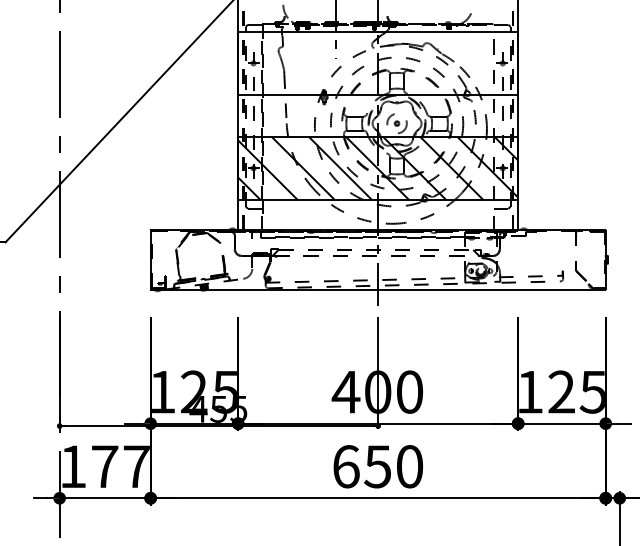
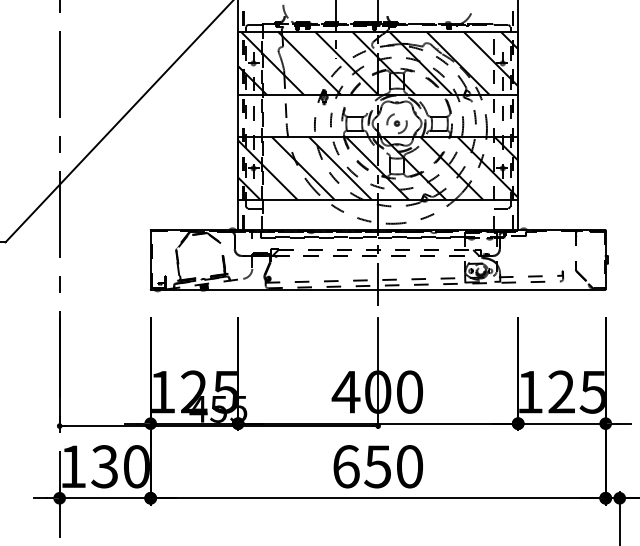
hatch at (378, 62): none -> present
text at (120, 466): 177 -> 130
